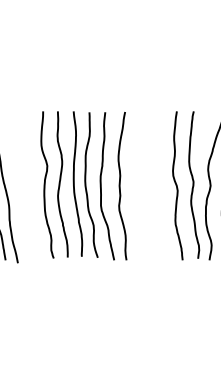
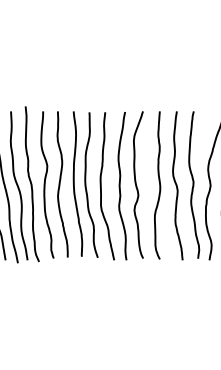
part at (24, 184): none -> present
curve at (137, 185): none -> present
curve at (159, 185): none -> present
